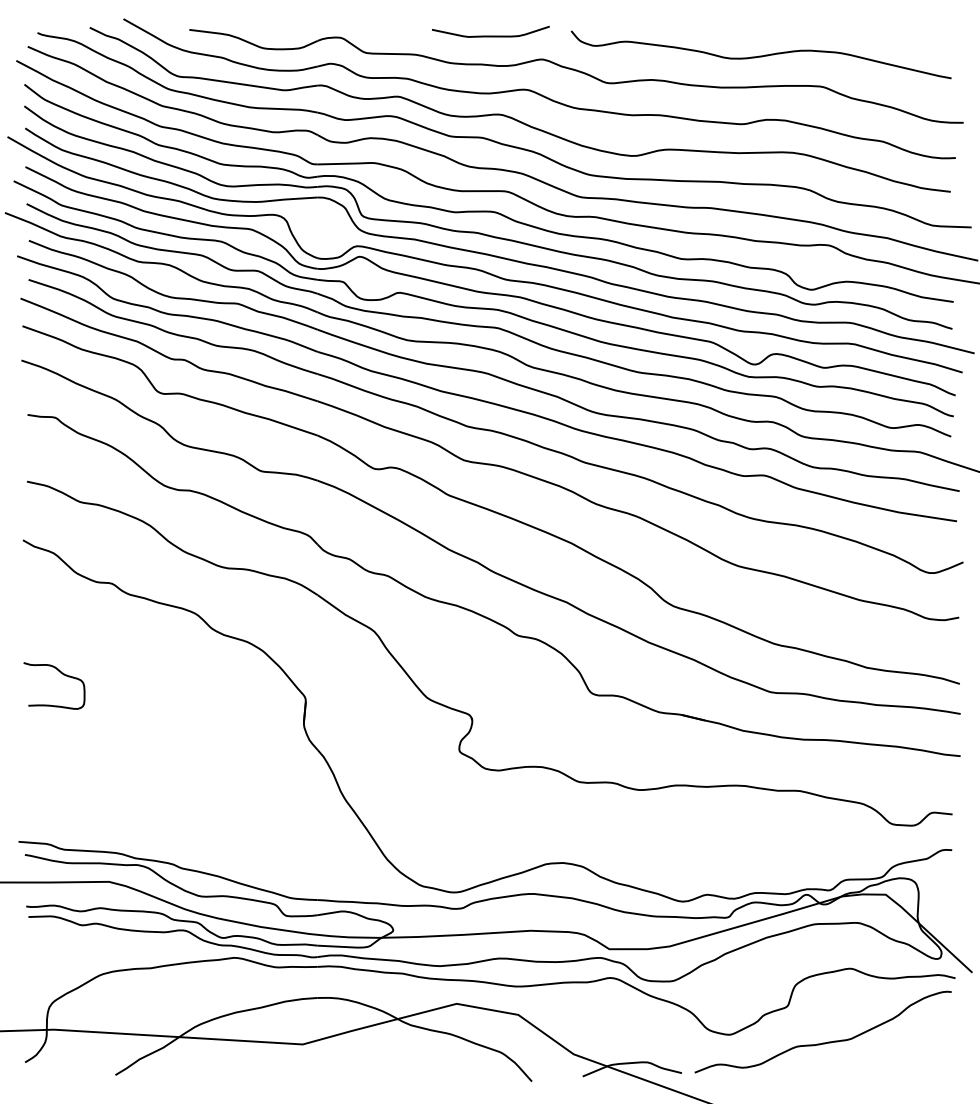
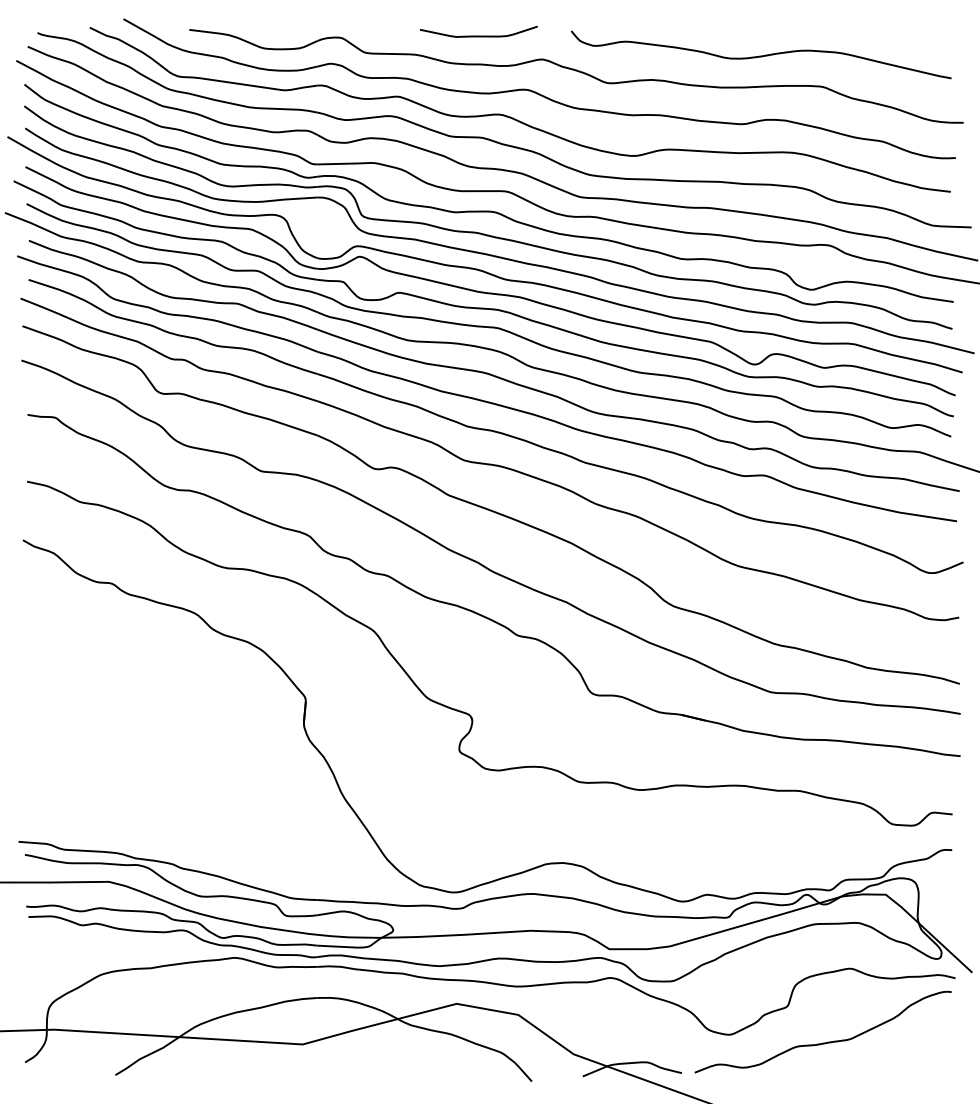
curve at (490, 35) position: (490, 35) -> (478, 35)
curve at (60, 673): present -> none
